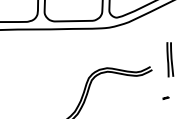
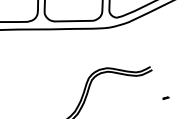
part at (170, 59): present -> none
